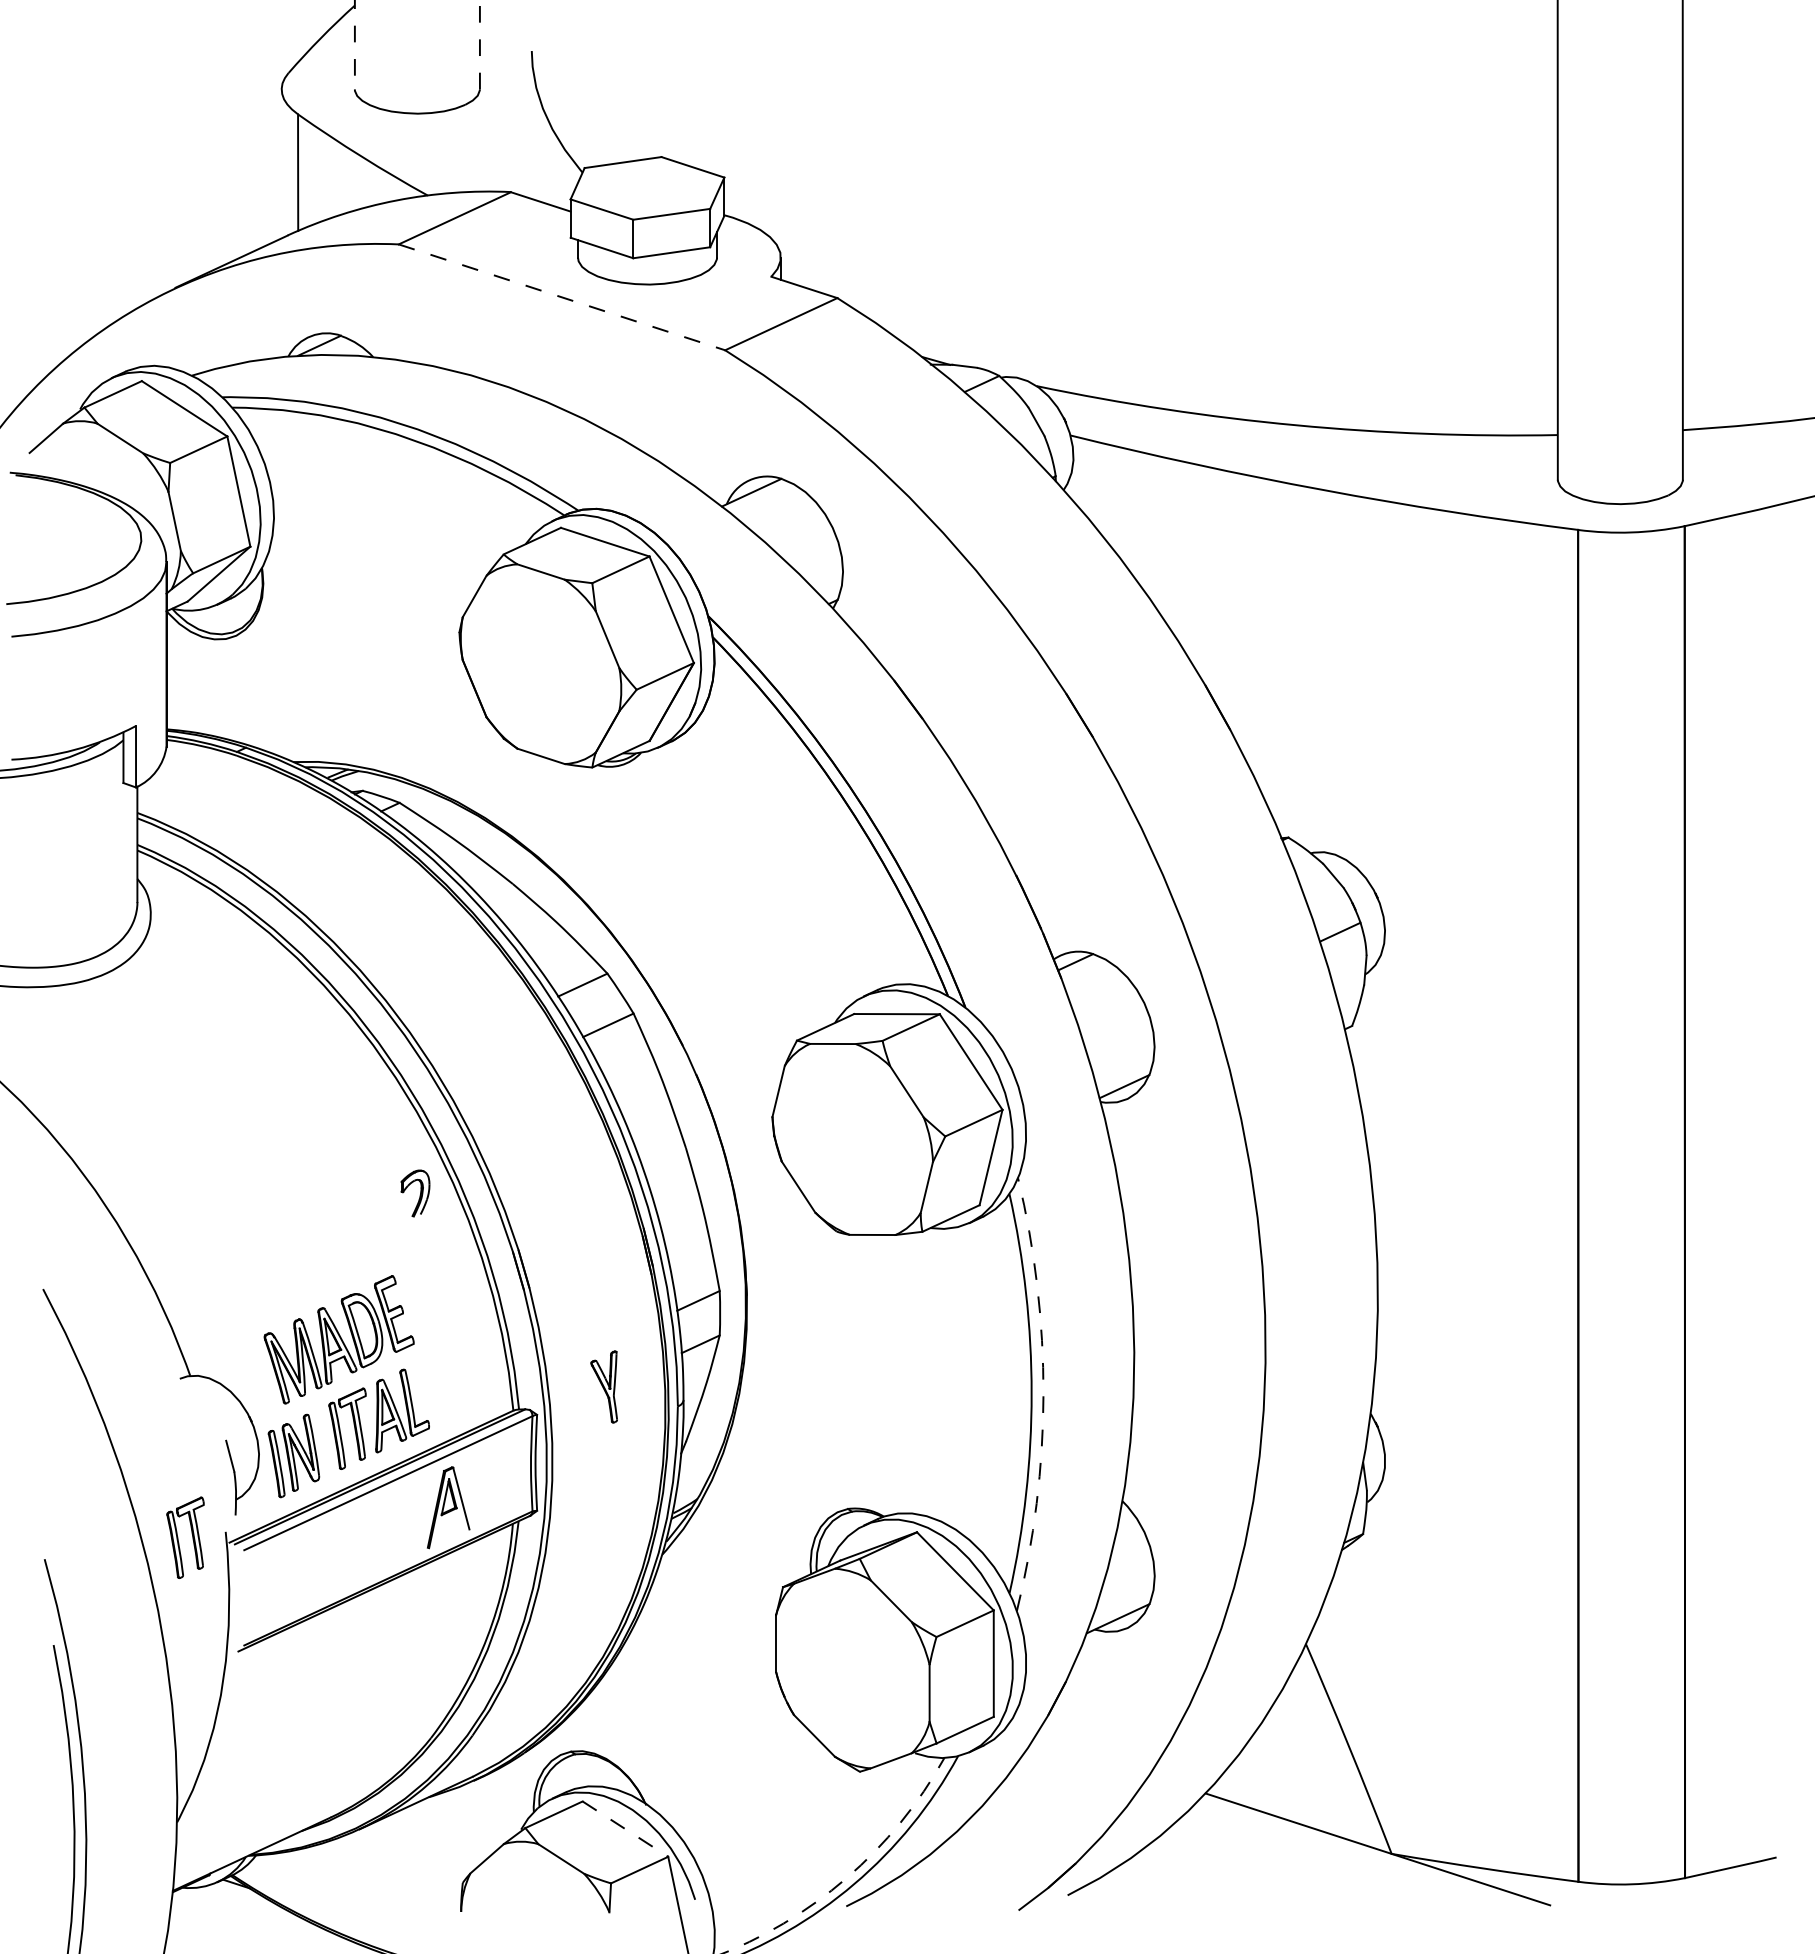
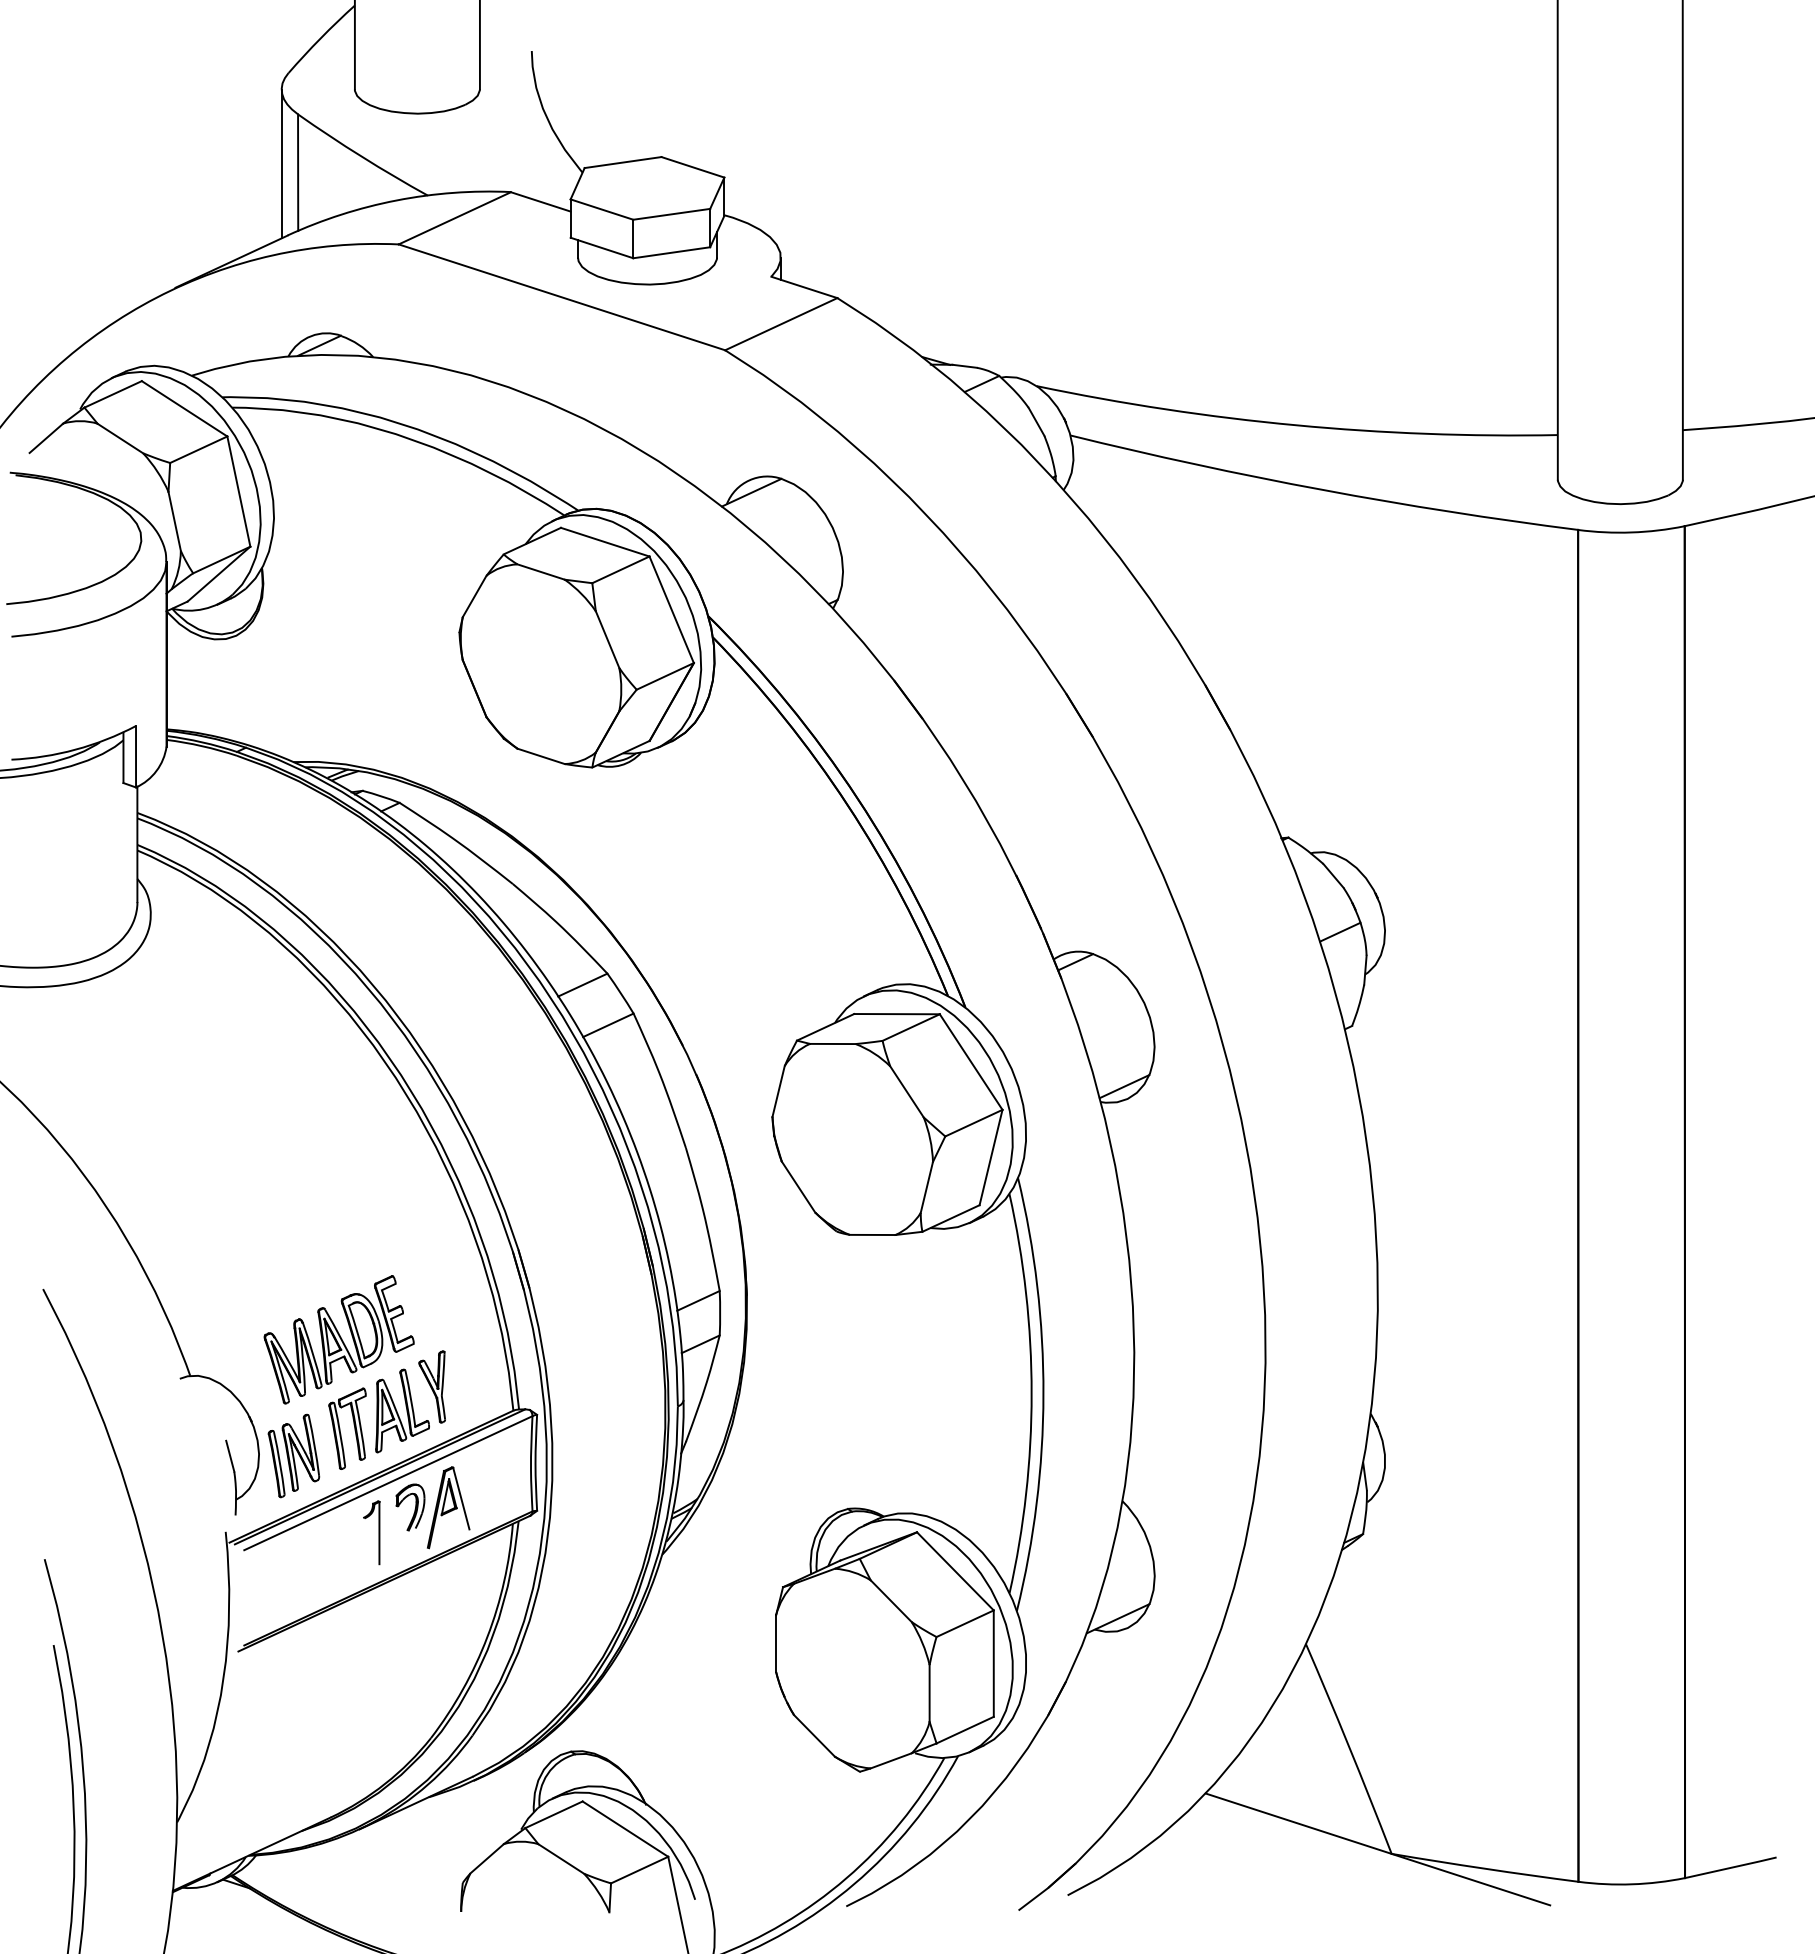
line at (479, 44): dashed -> solid
line at (354, 45): dashed -> solid
line at (281, 163): none -> present
line at (561, 297): dashed -> solid
part at (415, 1193) position: (415, 1193) -> (410, 1507)
part at (603, 1386) position: (603, 1386) -> (431, 1386)
arc at (1043, 1394): dashed -> solid
part at (378, 1532): none -> present
part at (178, 1537): present -> none
line at (625, 1829): dashed -> solid
arc at (850, 1875): dashed -> solid
